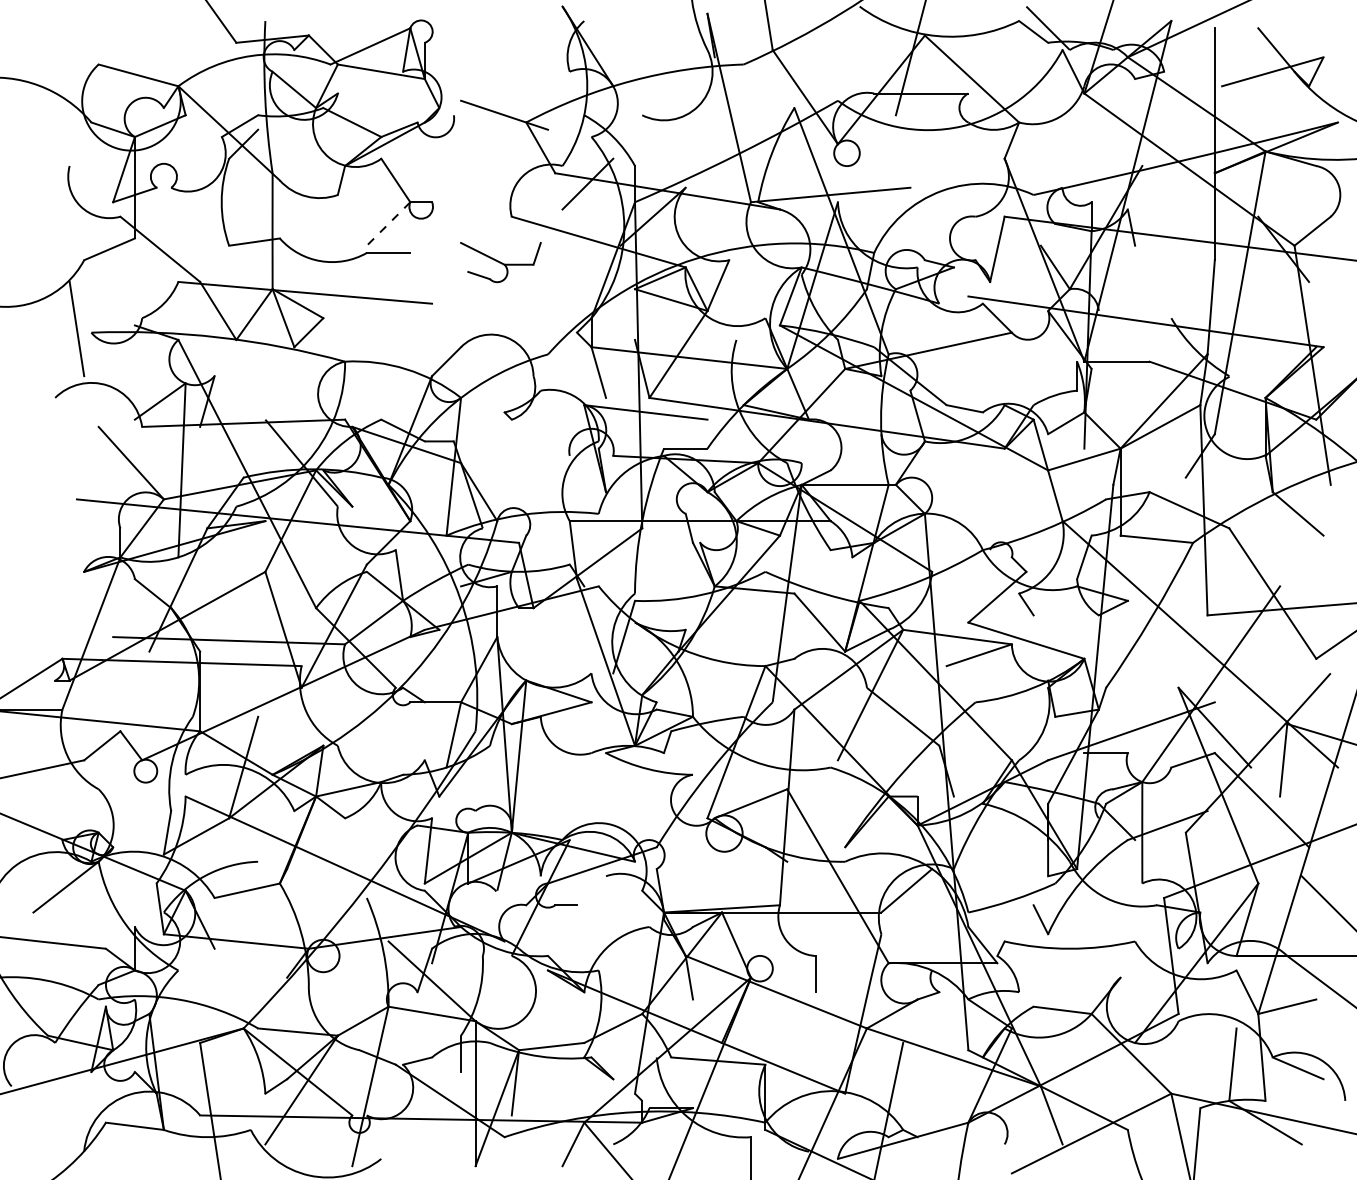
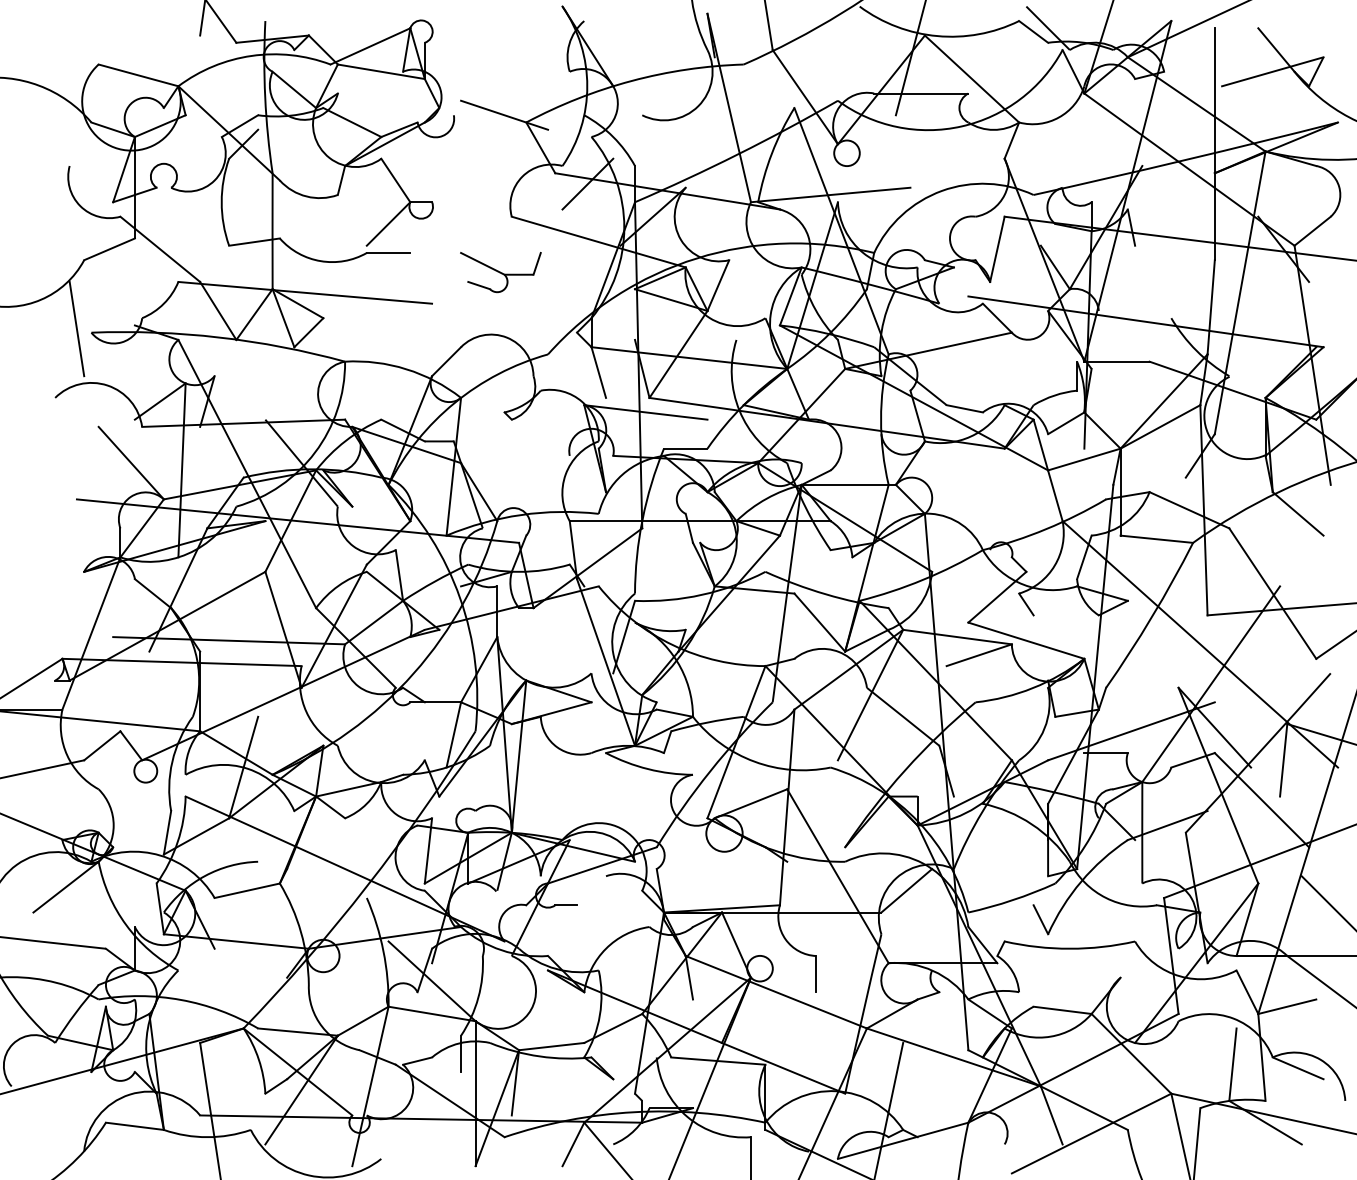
line at (202, 18): none -> present
line at (388, 223): dashed -> solid
part at (500, 262) position: (500, 262) -> (500, 272)
